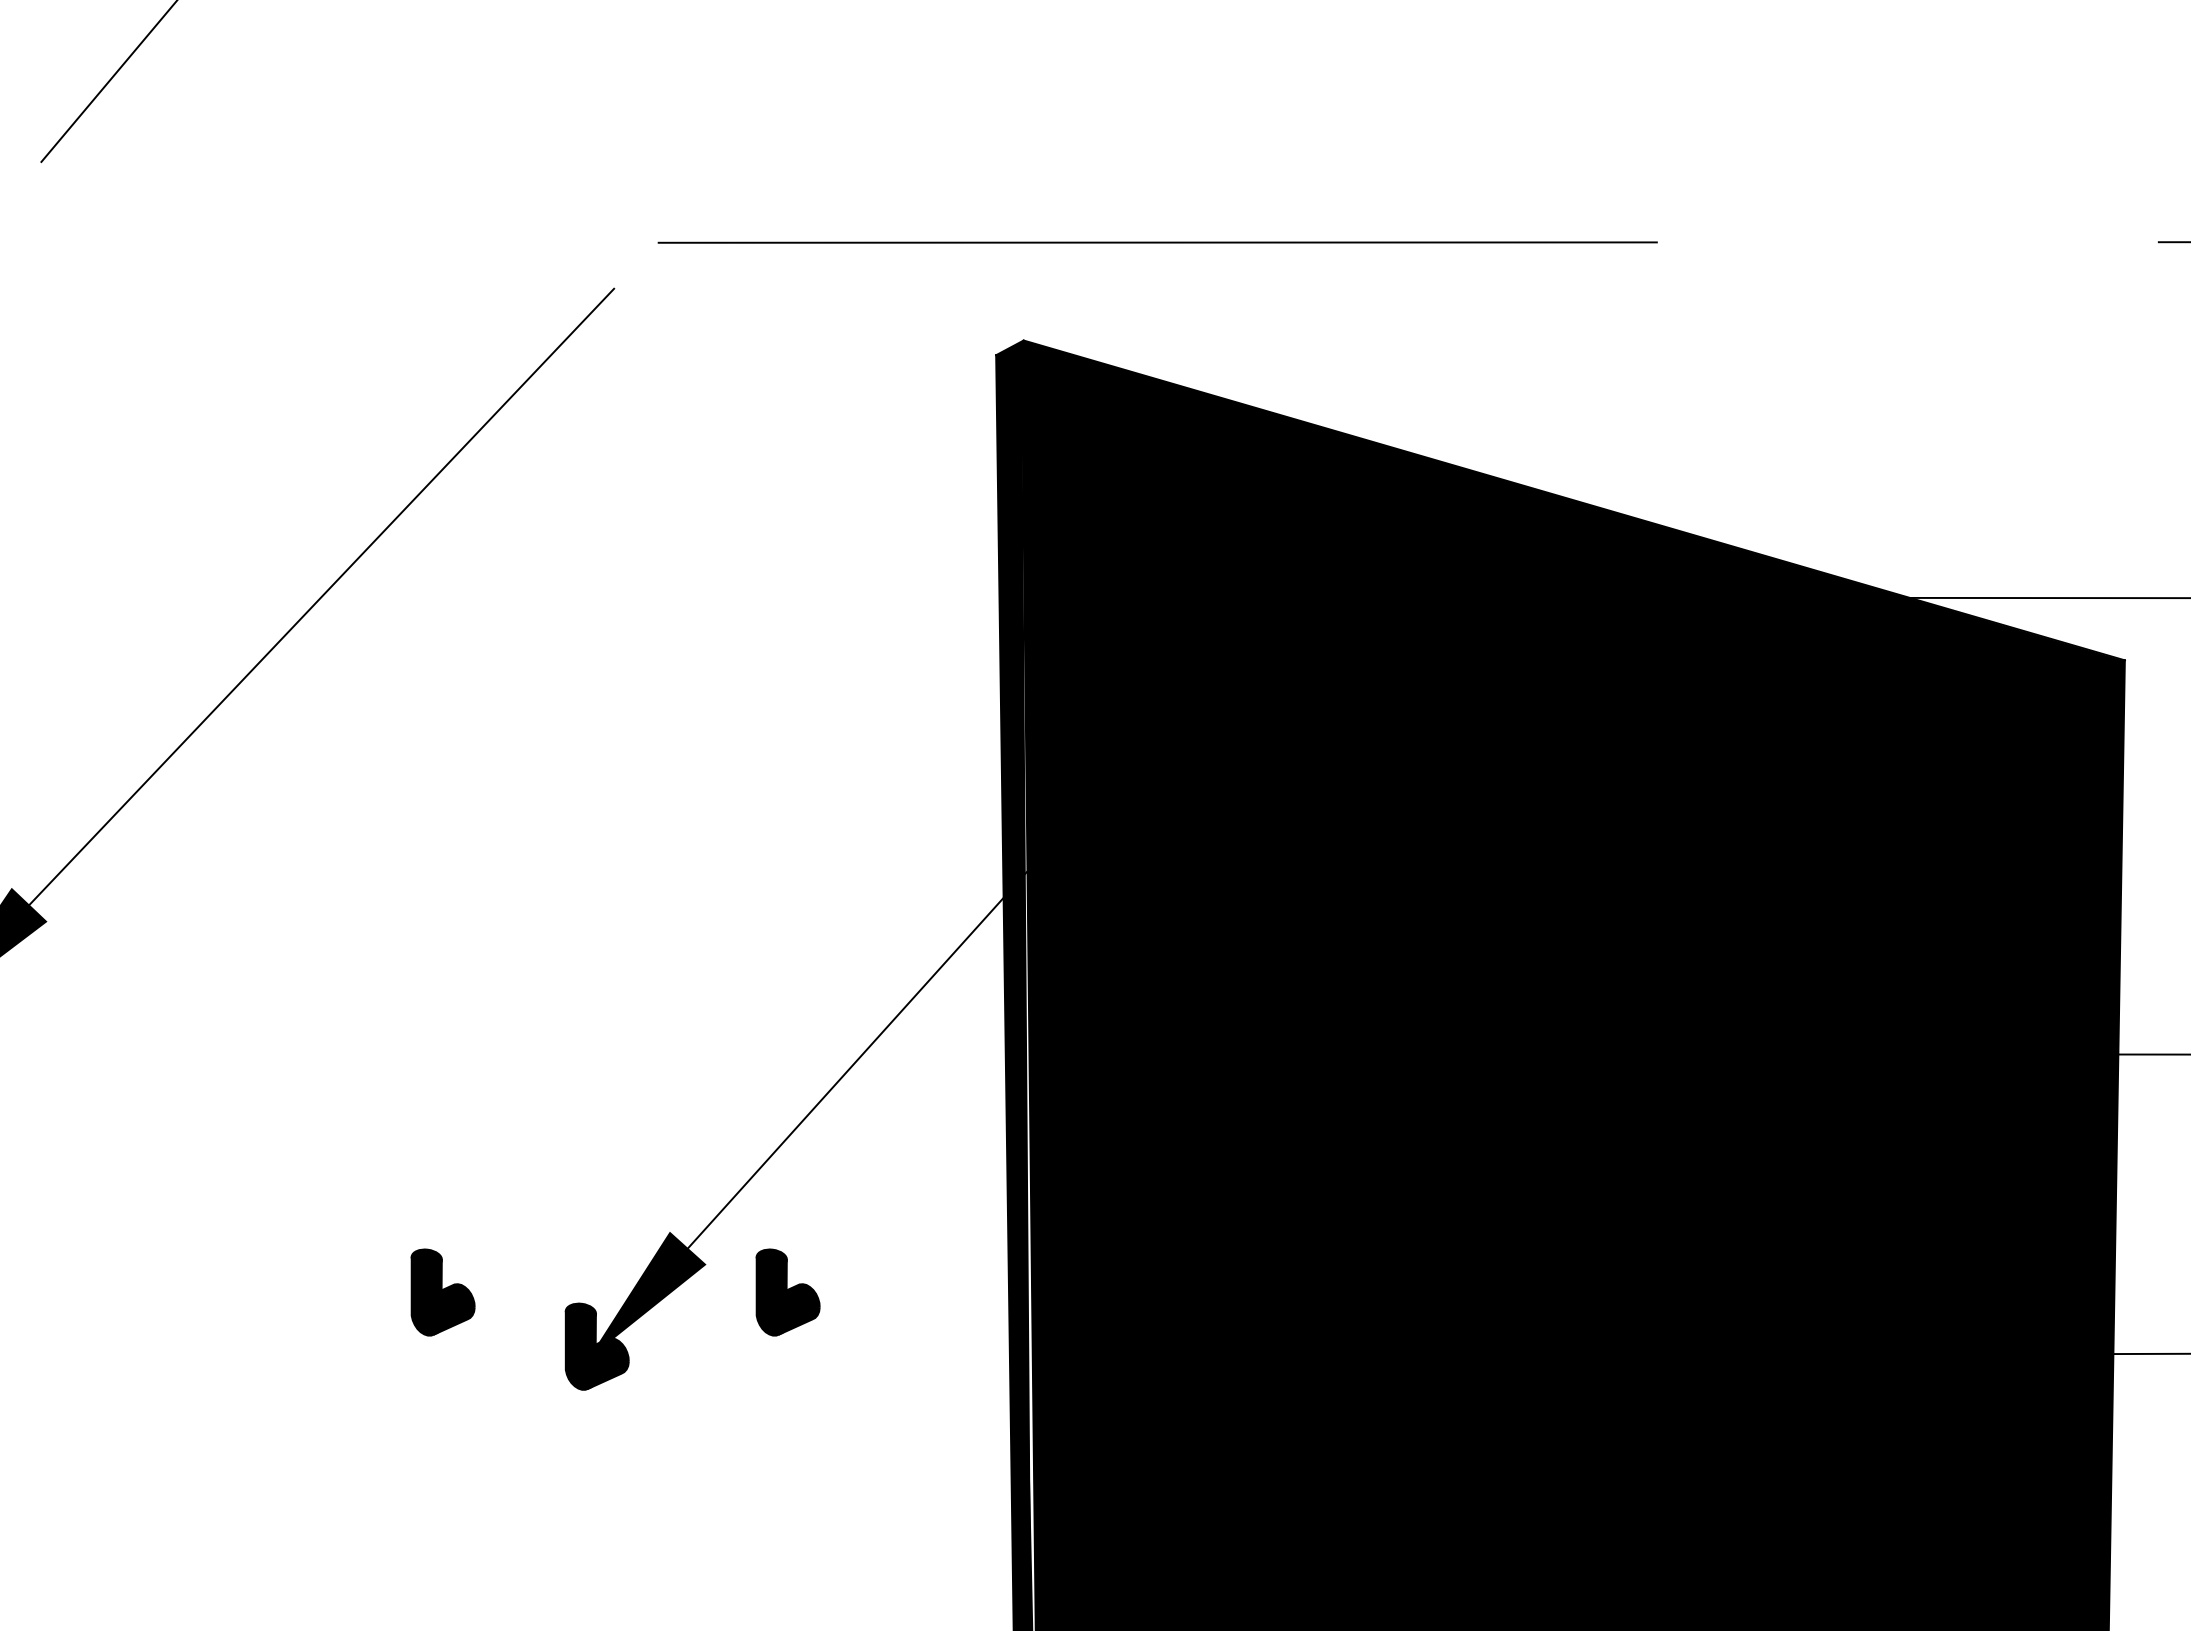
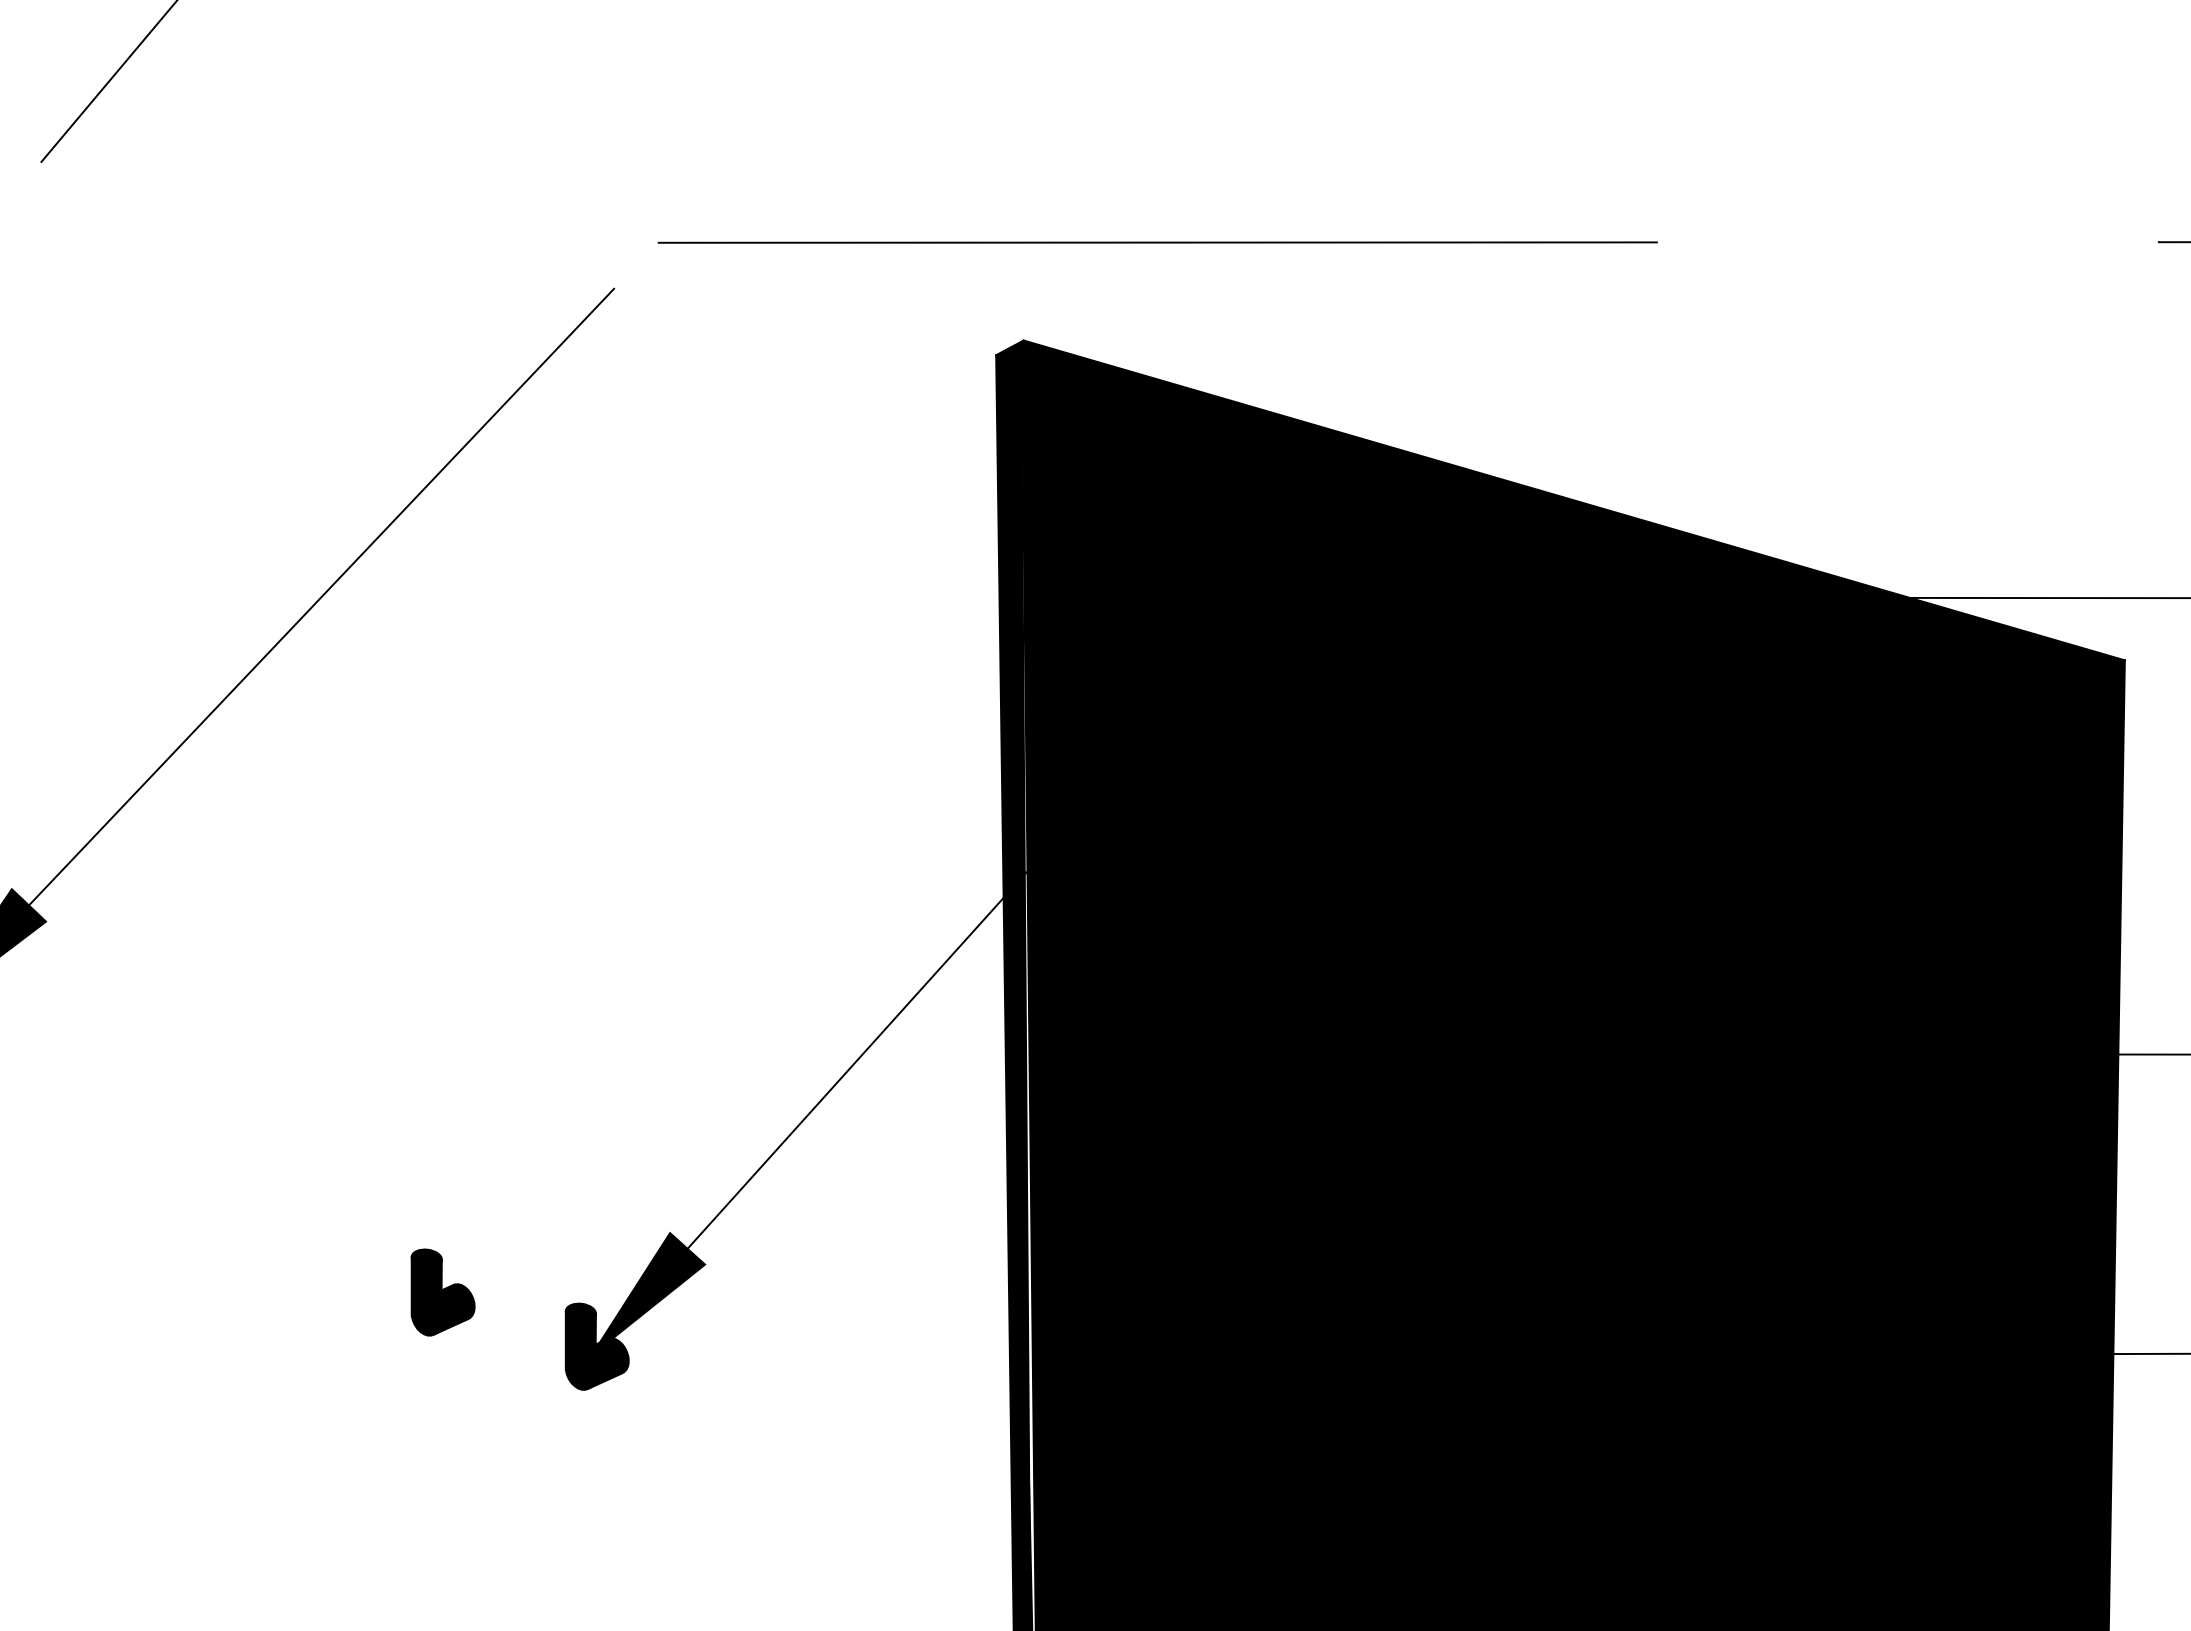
part at (787, 1292): present -> none
